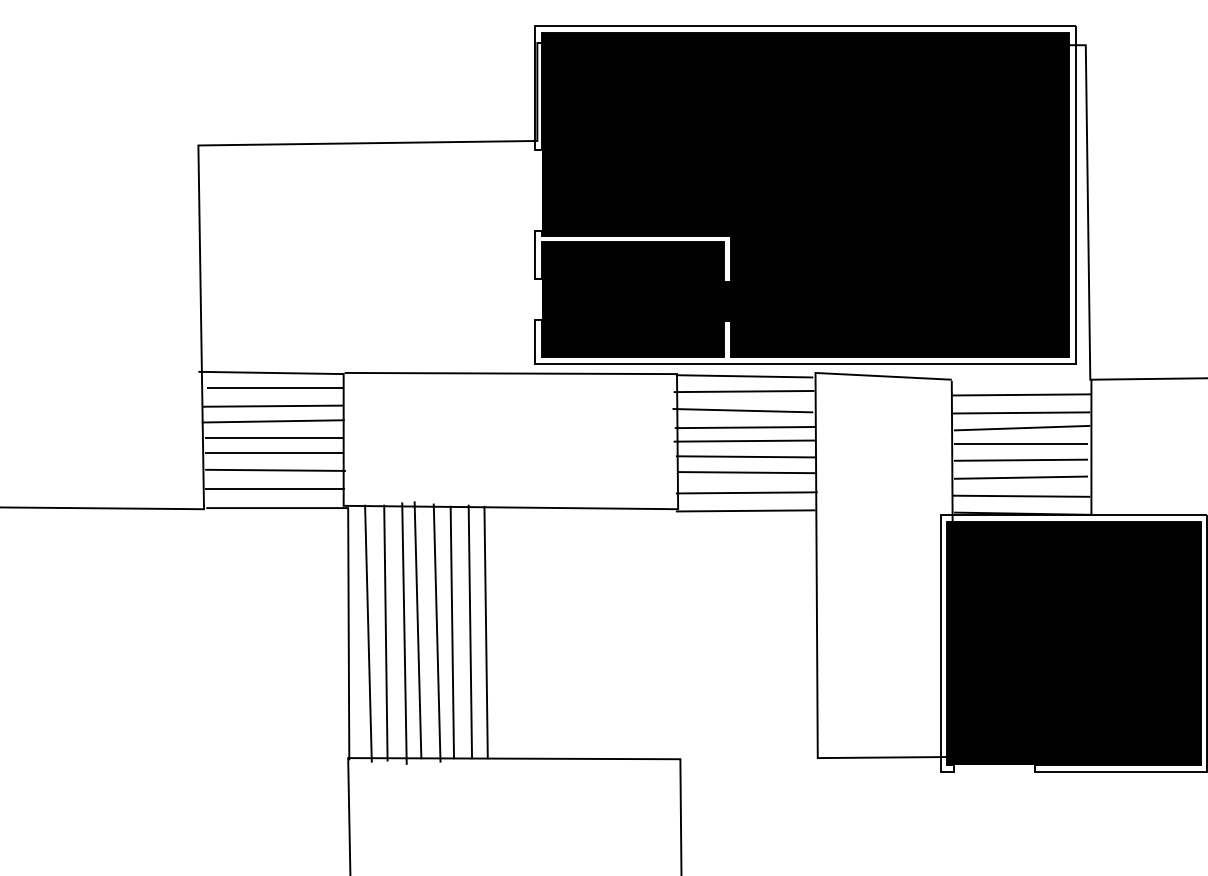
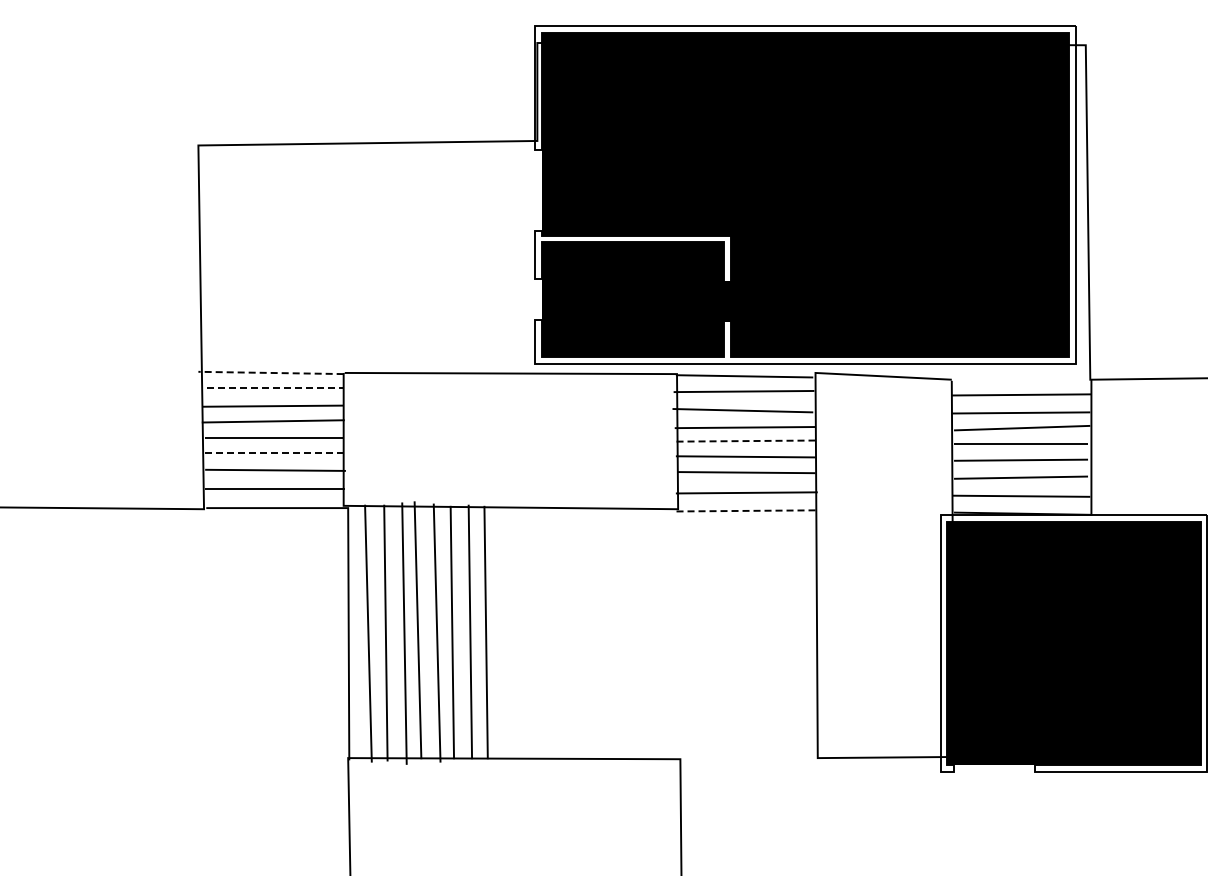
line at (271, 372): solid -> dashed
line at (274, 387): solid -> dashed
line at (744, 441): solid -> dashed
line at (274, 452): solid -> dashed
line at (745, 510): solid -> dashed
